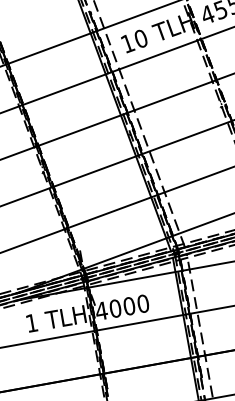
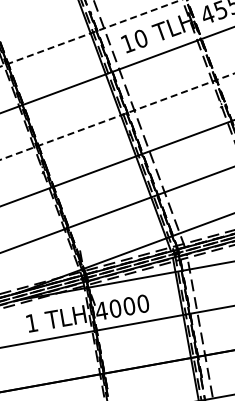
line at (90, 33): solid -> dashed
line at (117, 116): solid -> dashed
